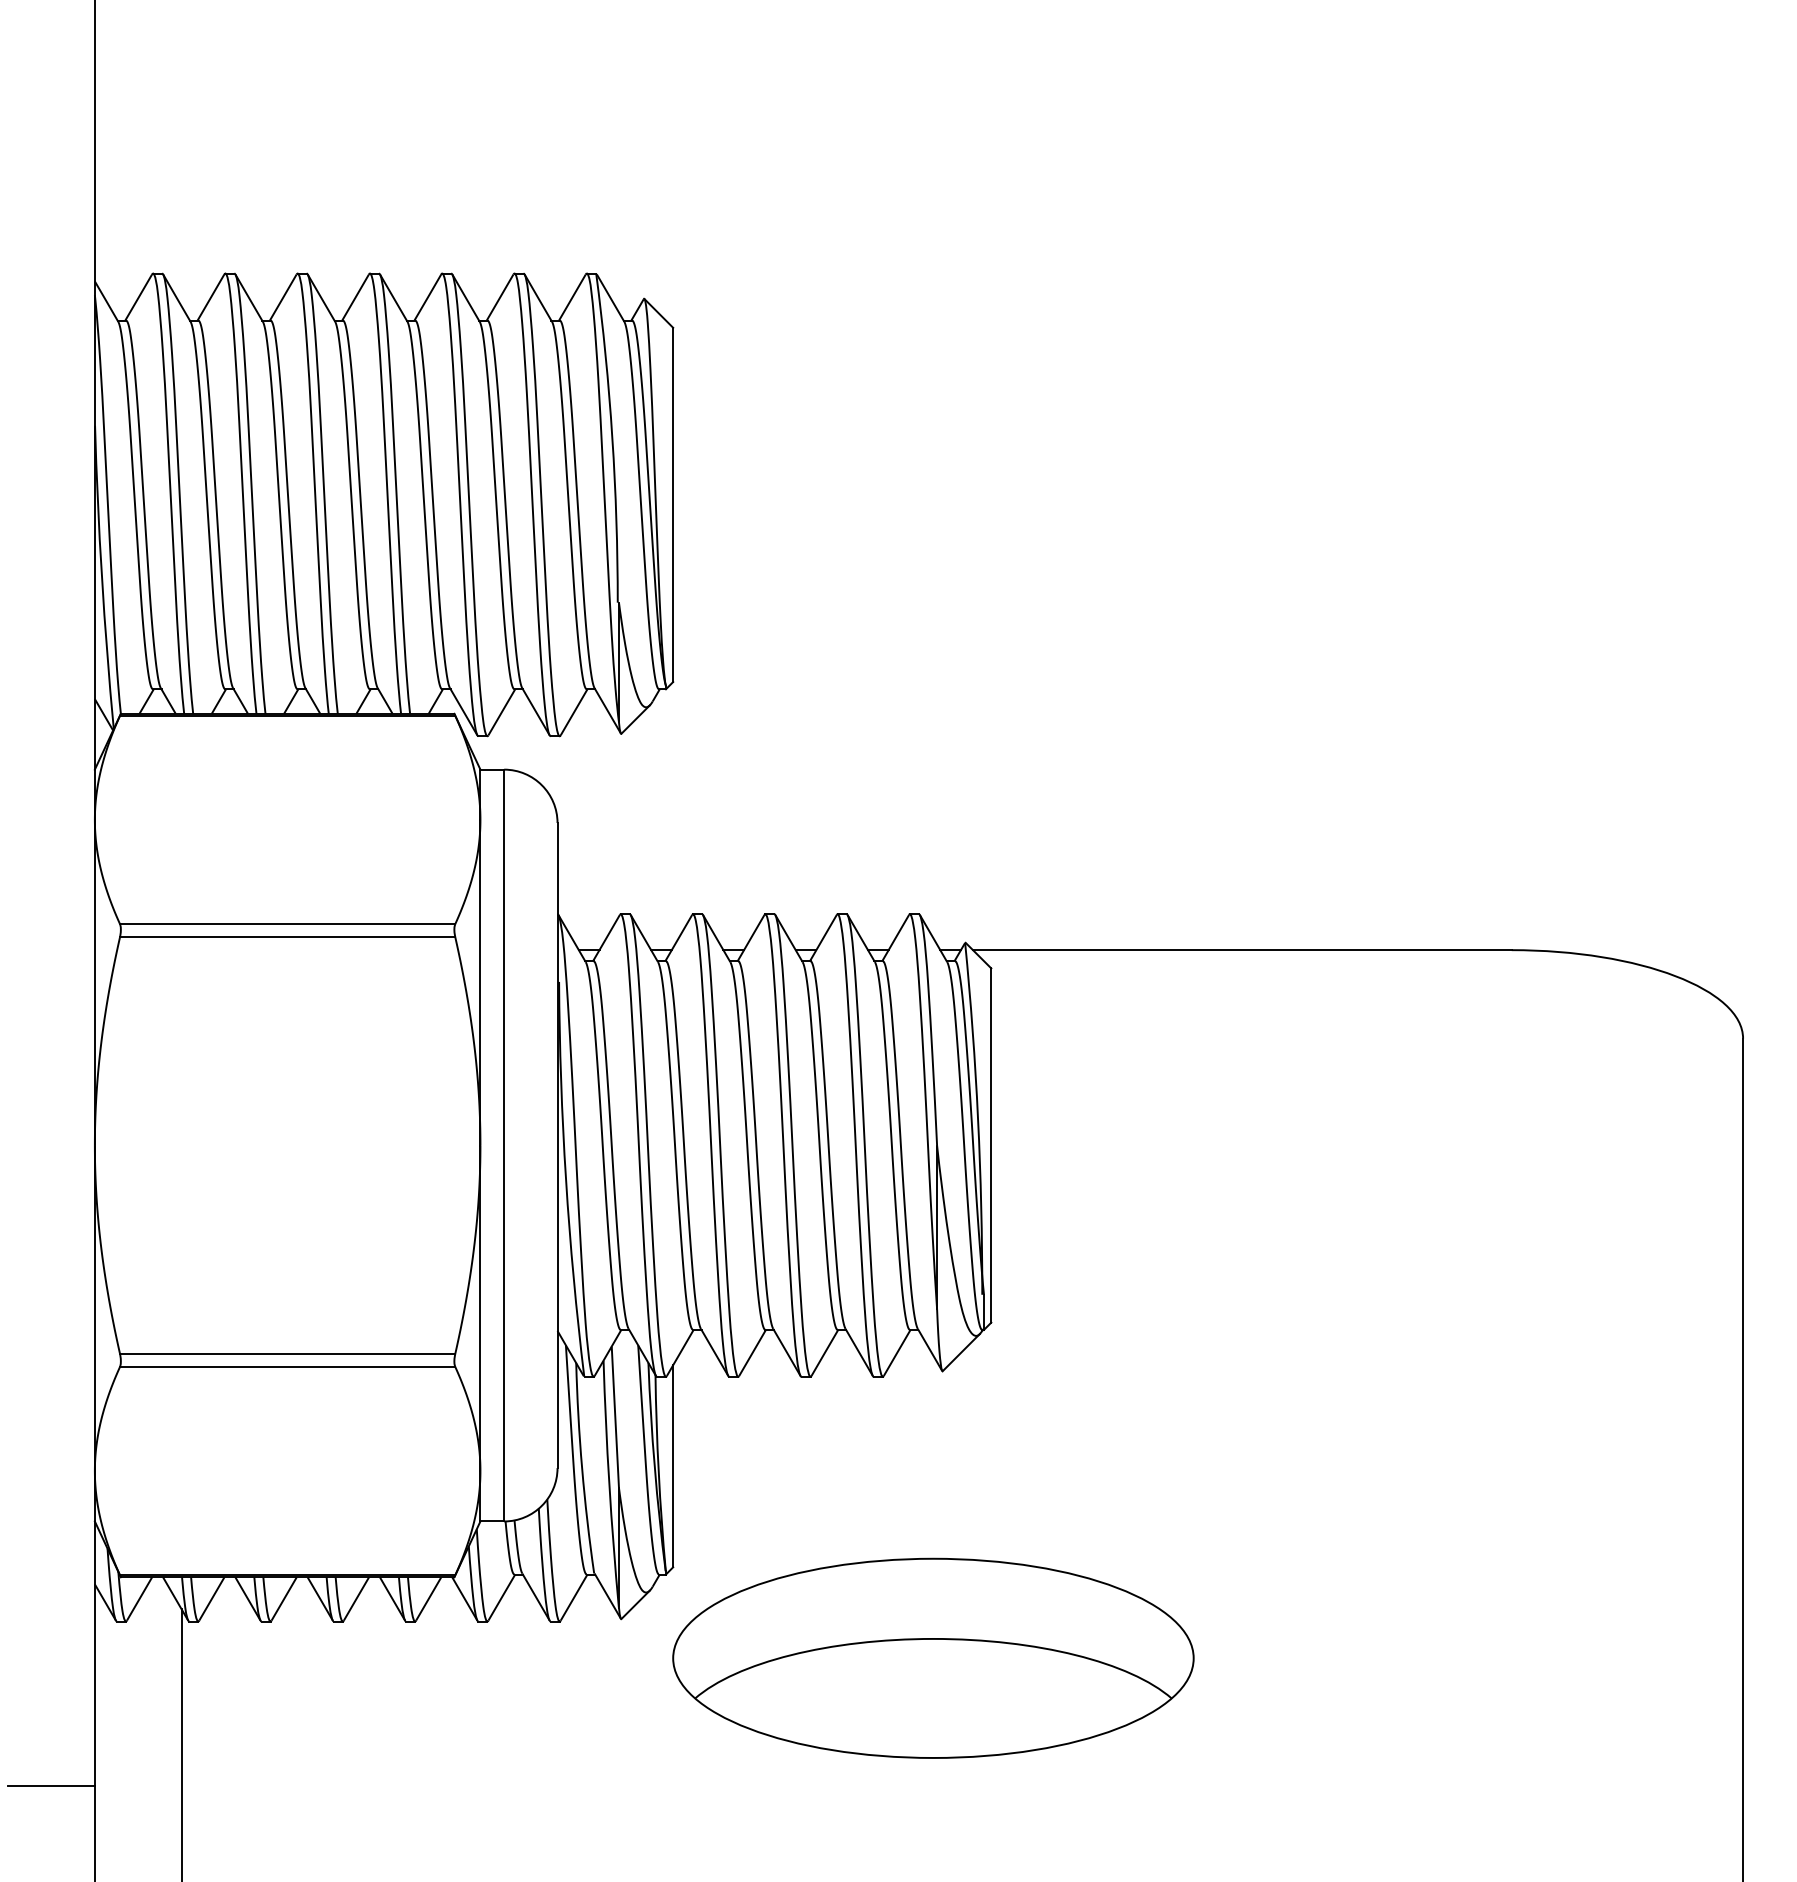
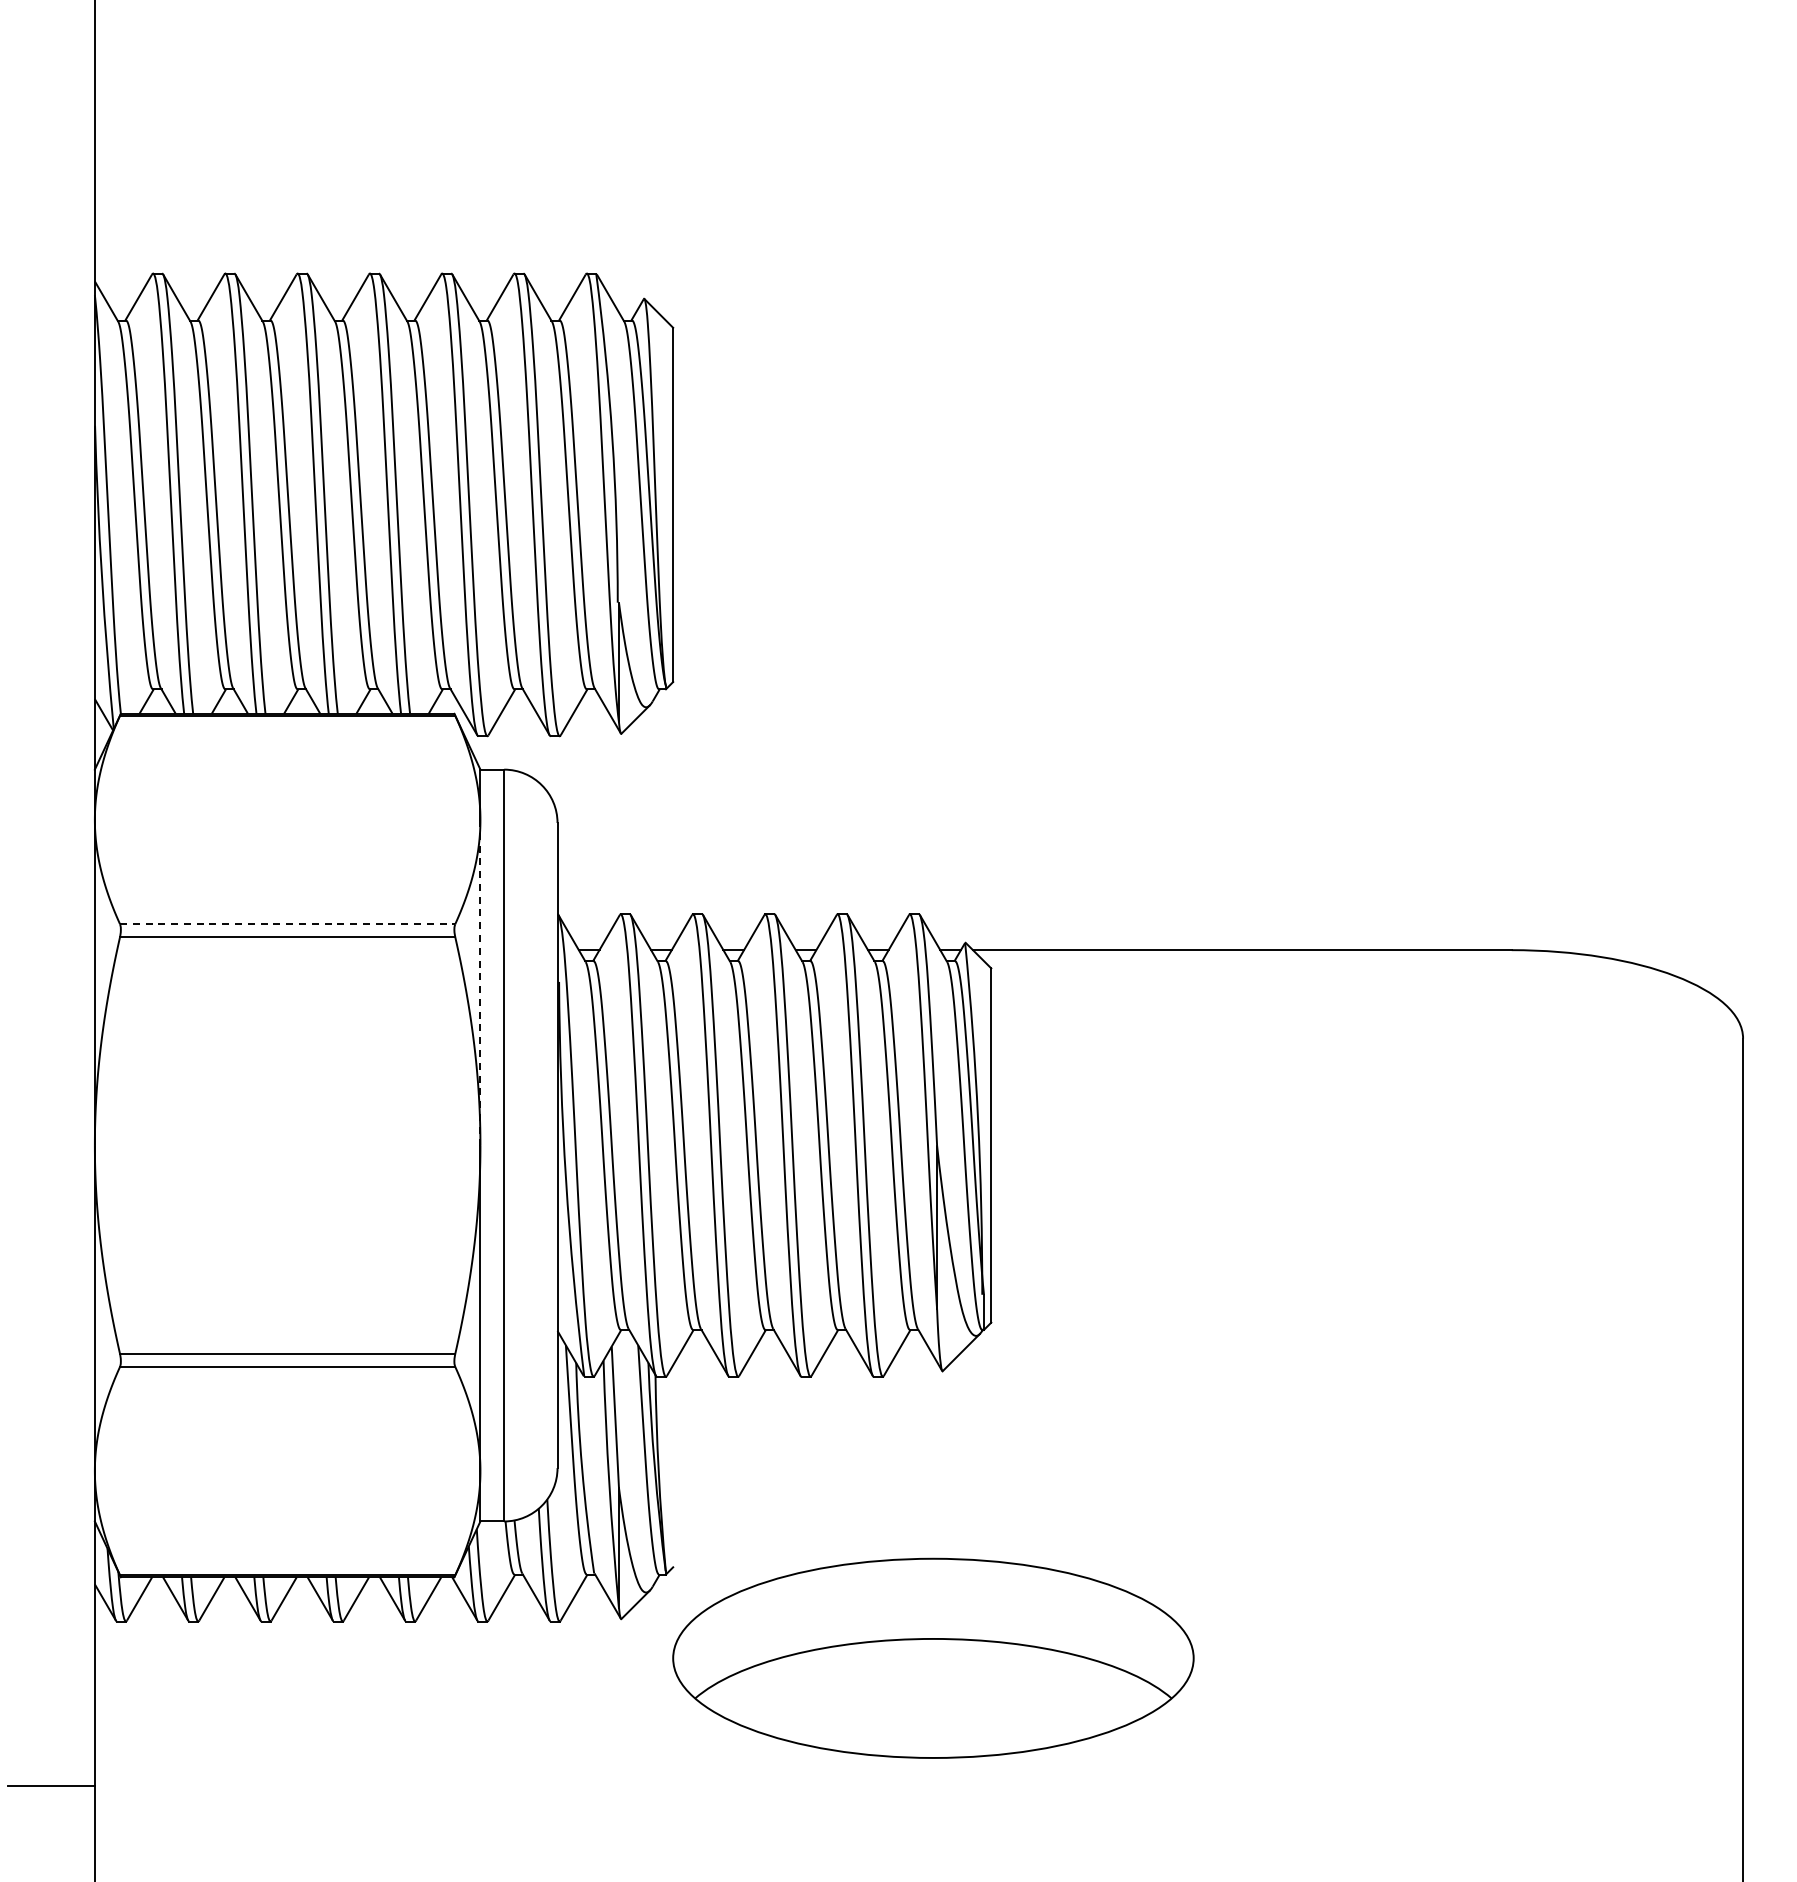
line at (287, 924): solid -> dashed
line at (480, 982): solid -> dashed
line at (673, 1466): present -> none
line at (181, 1743): present -> none
